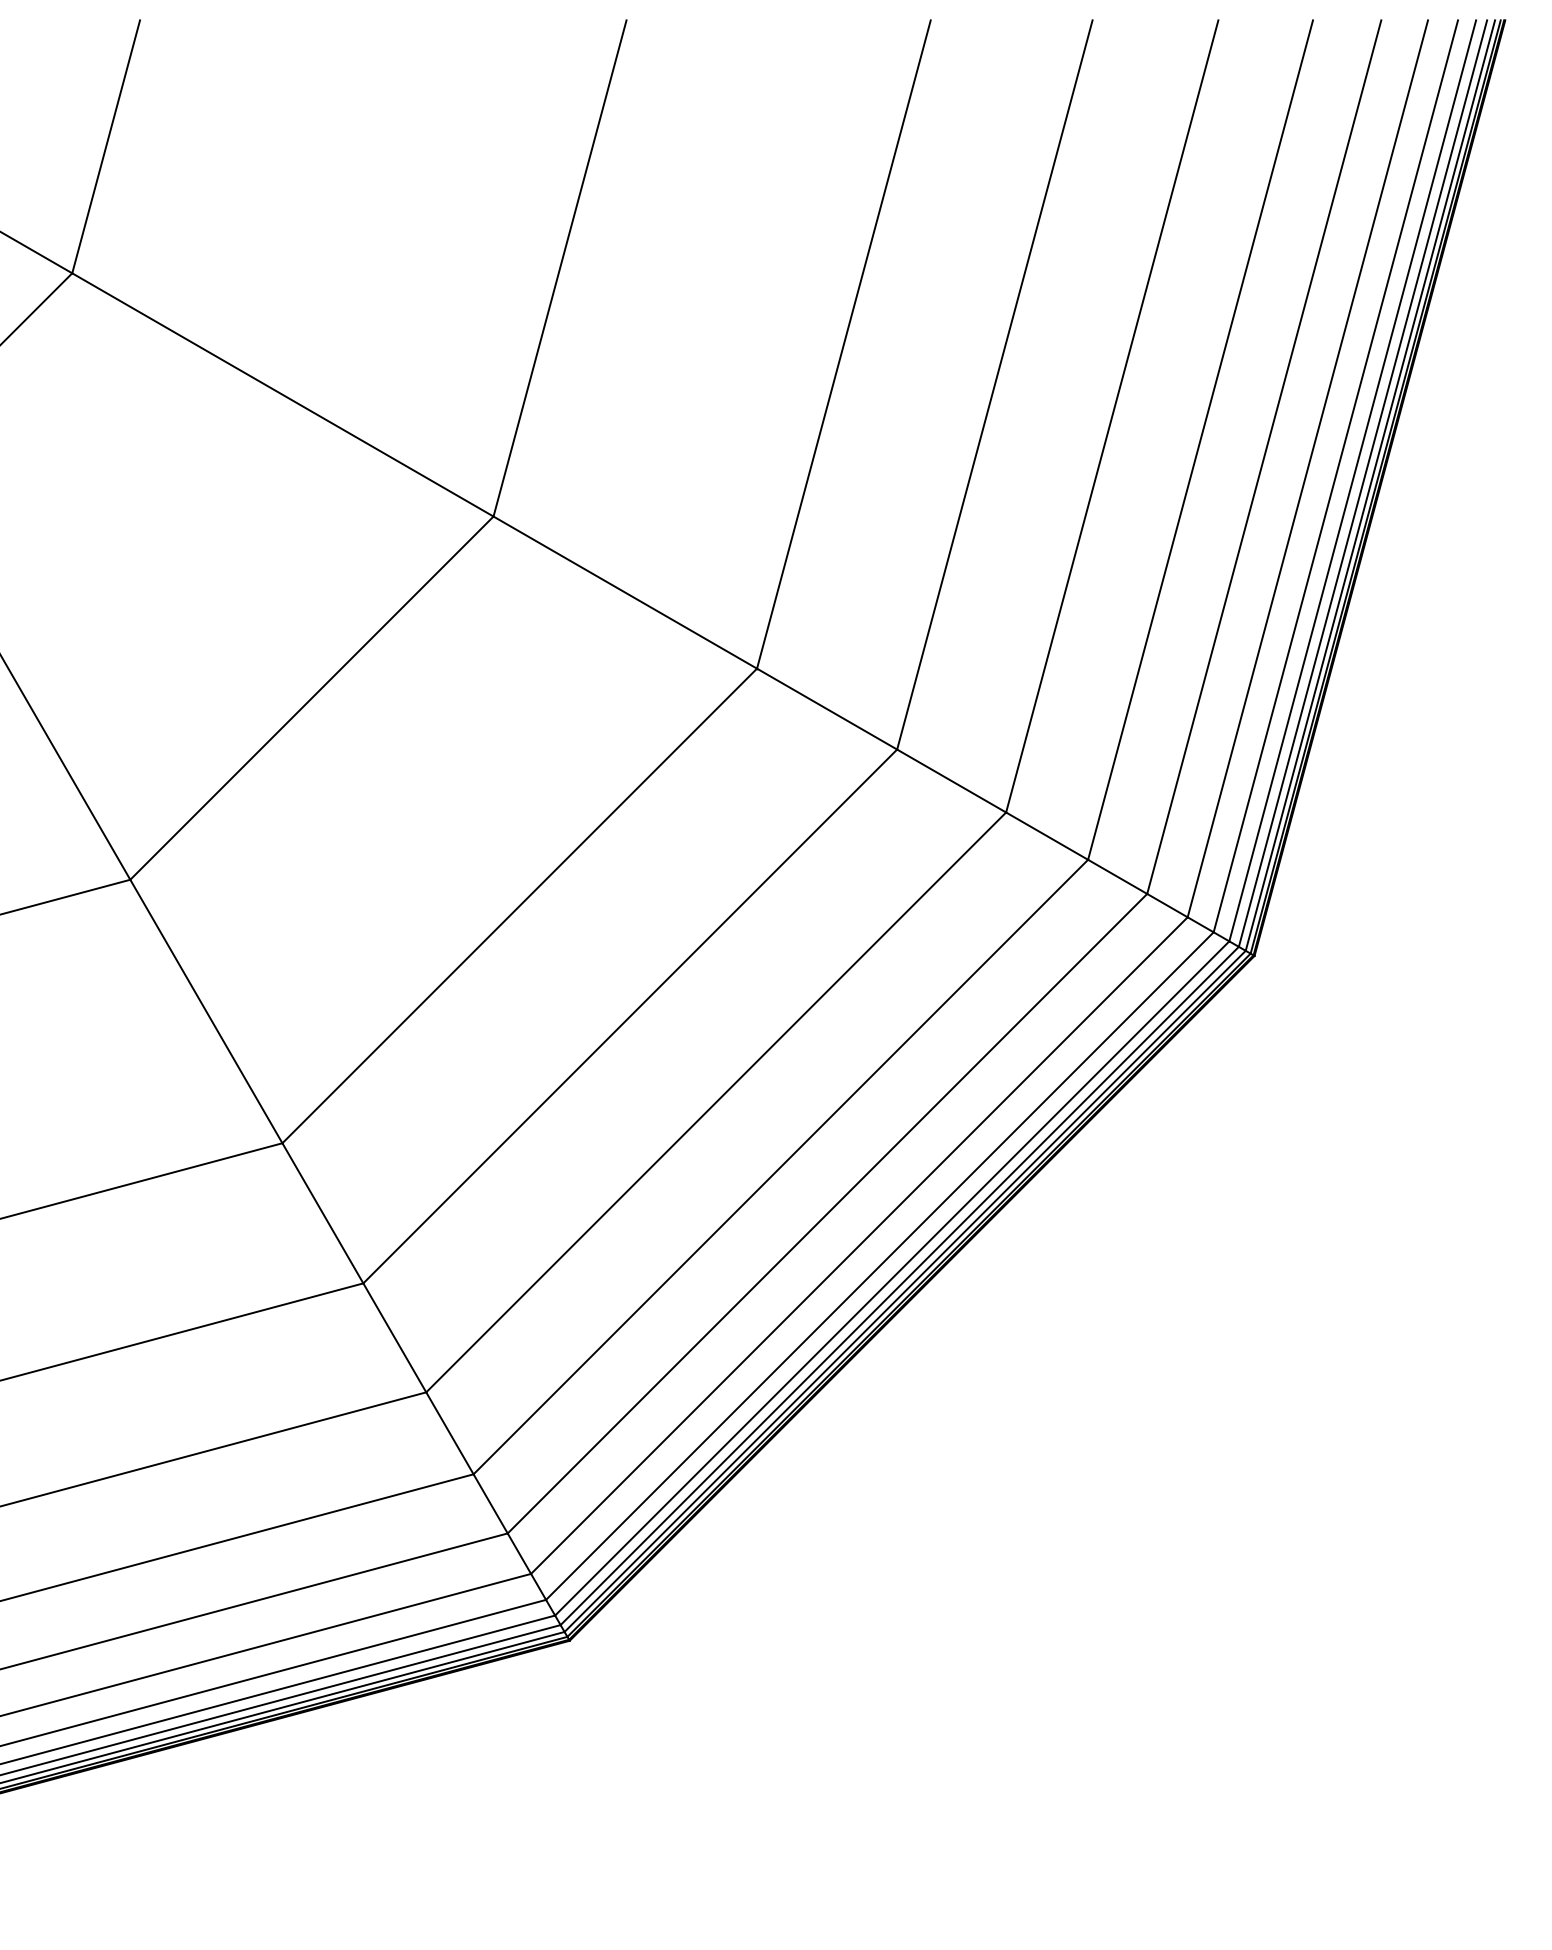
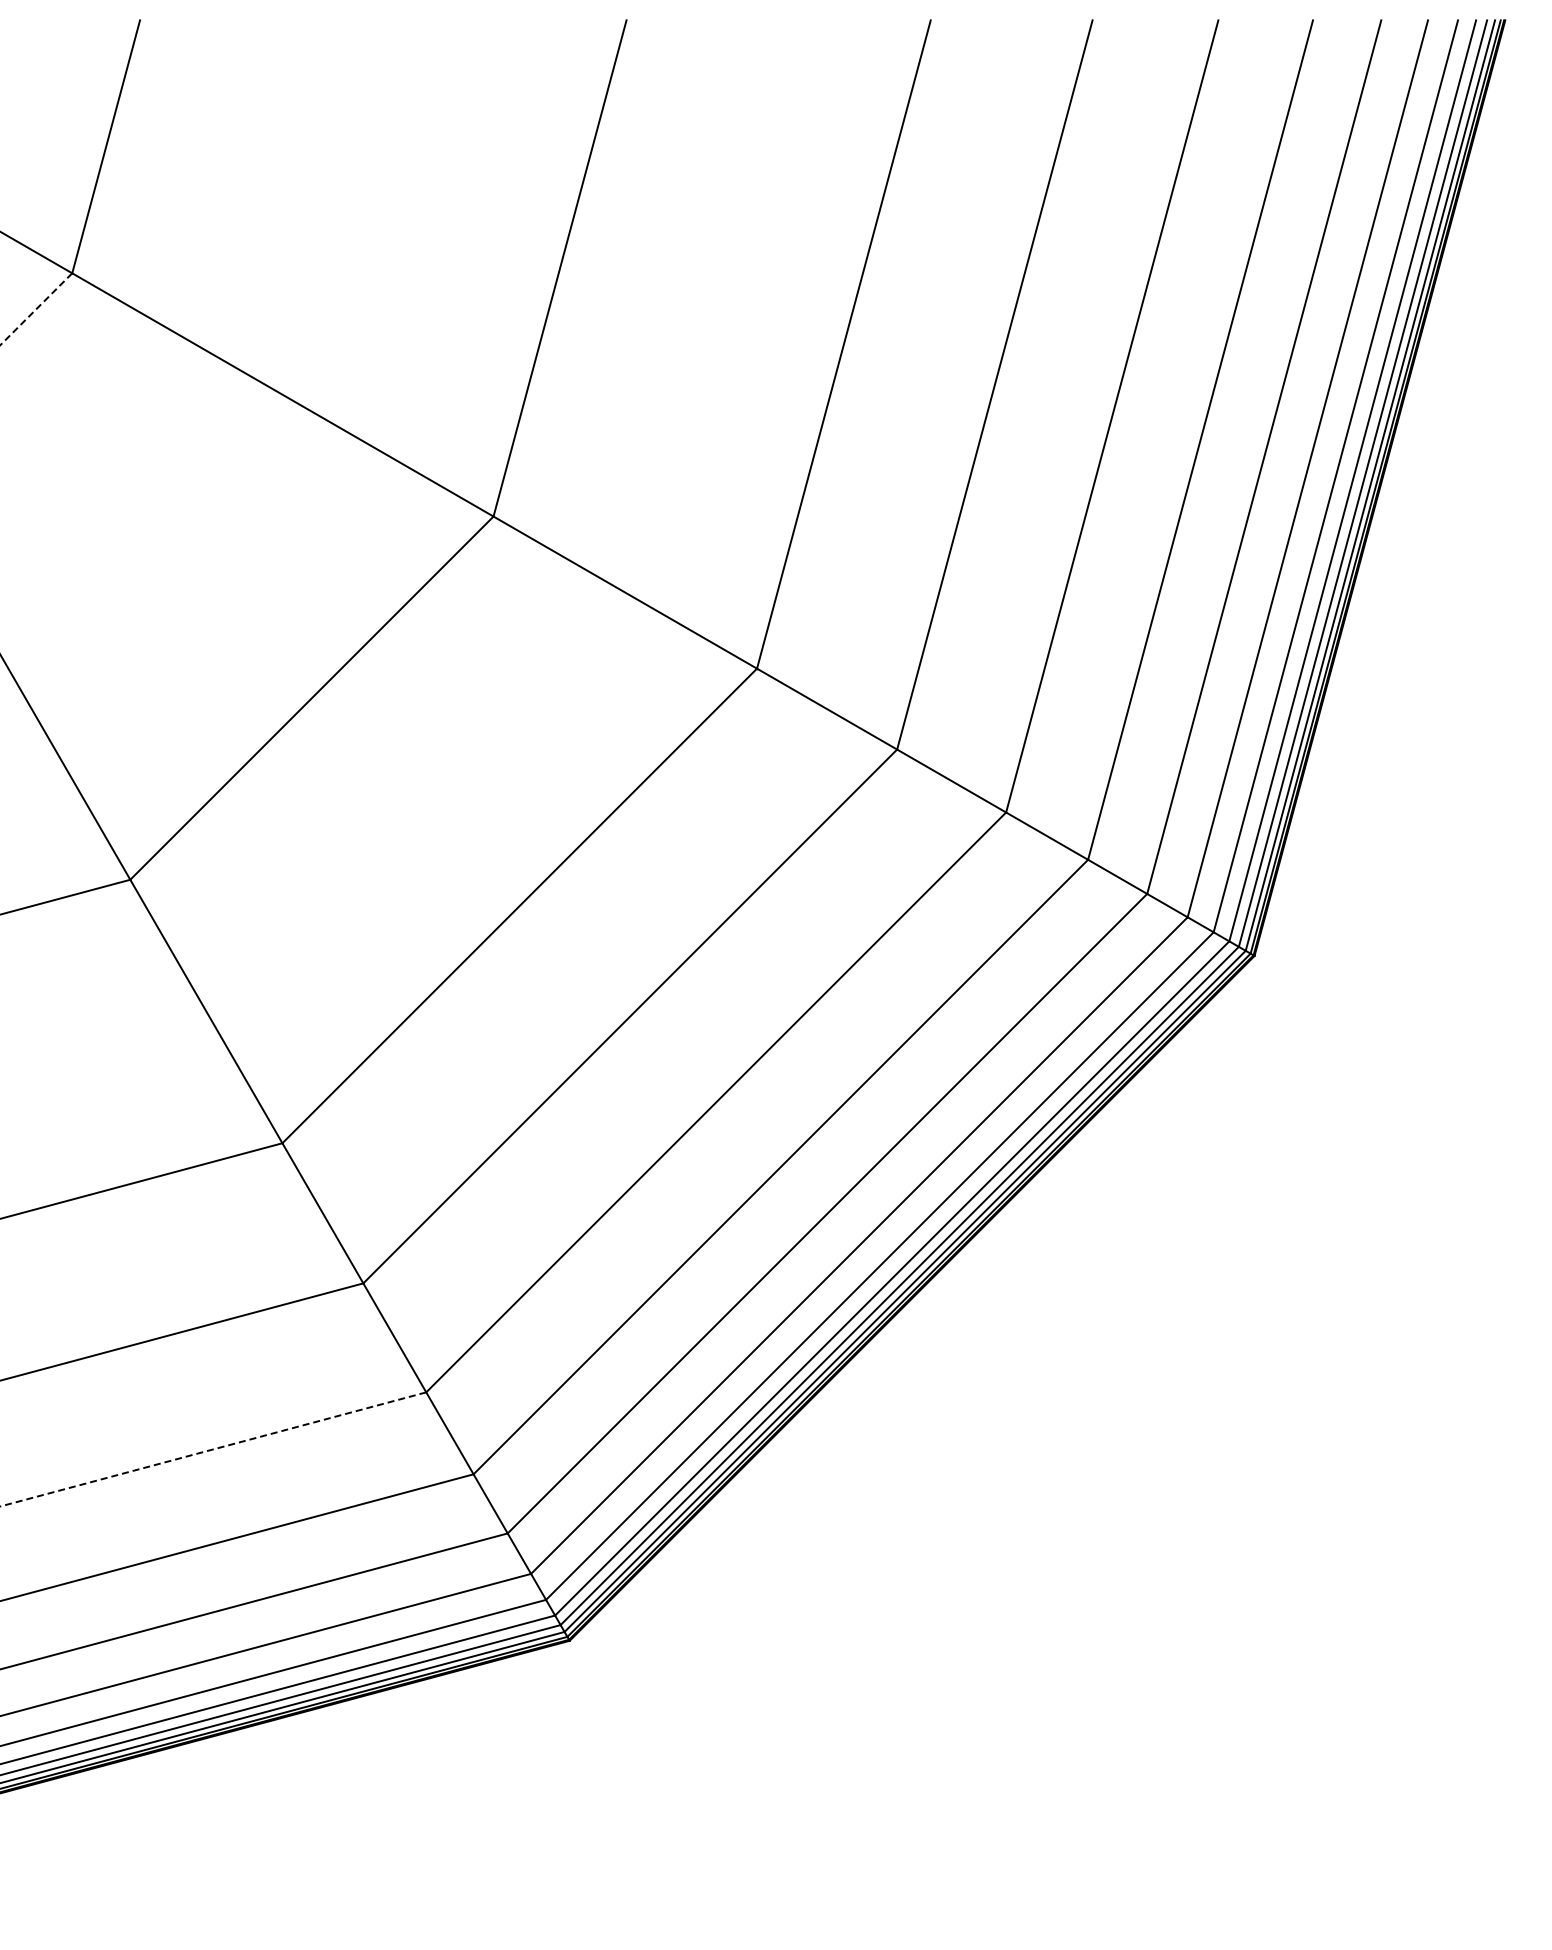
line at (36, 309): solid -> dashed
line at (213, 1449): solid -> dashed
